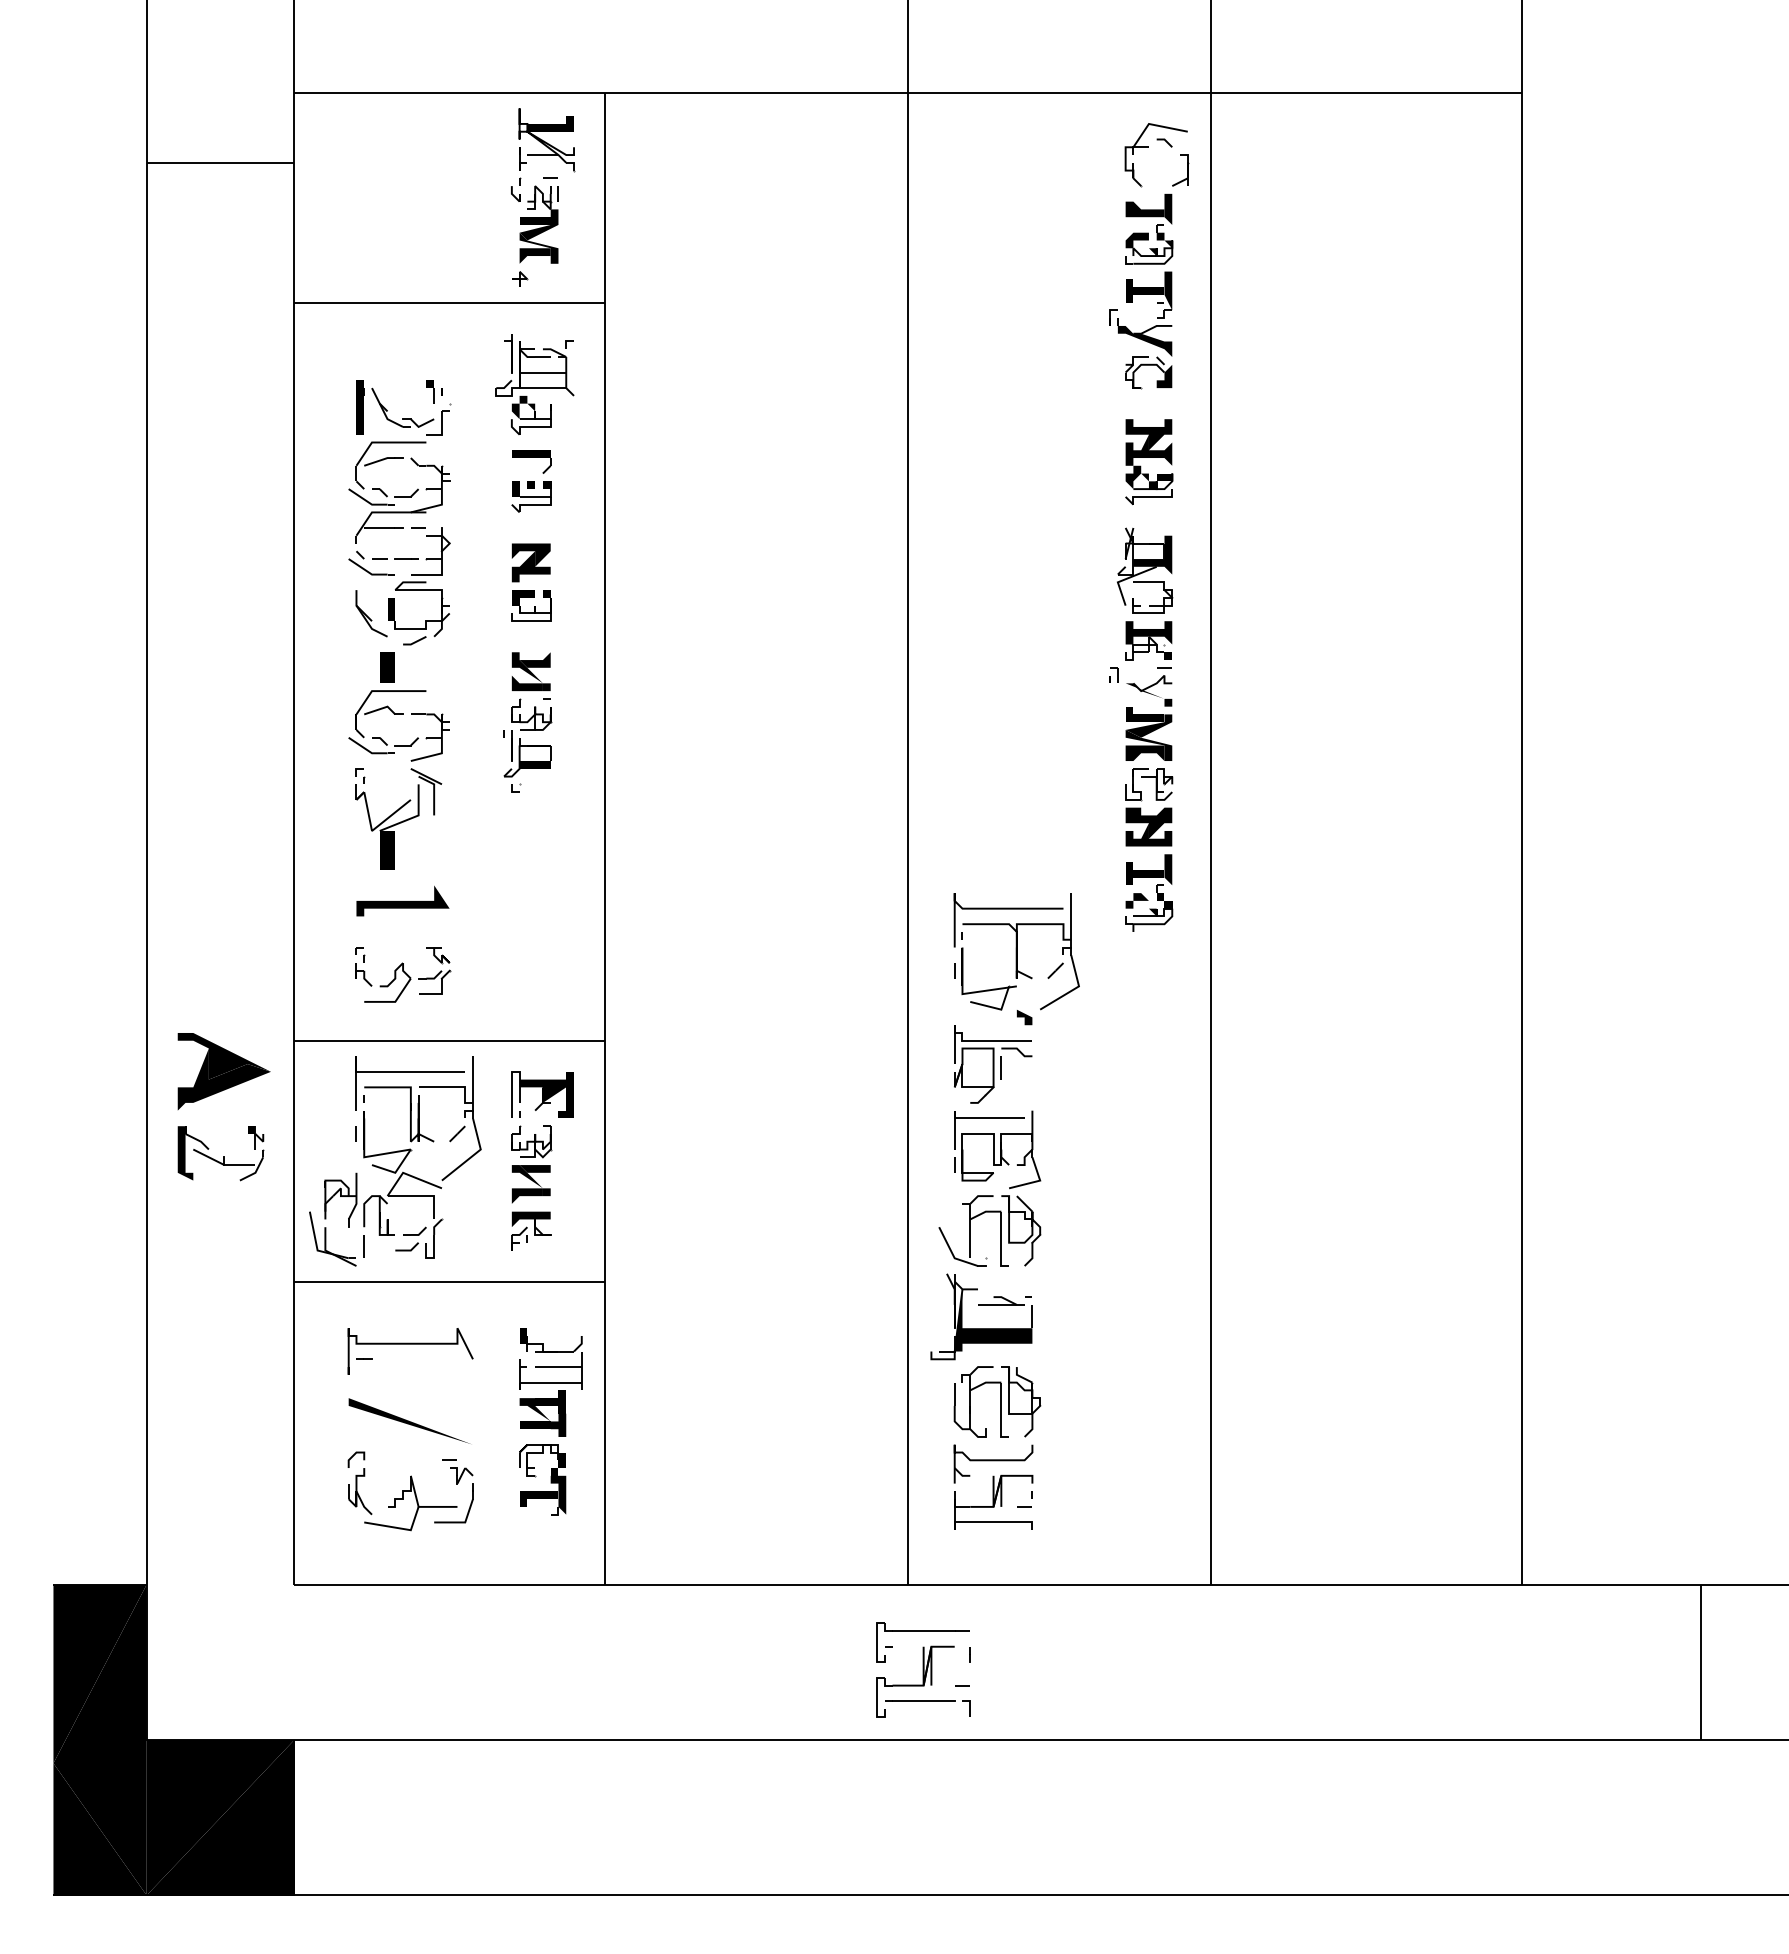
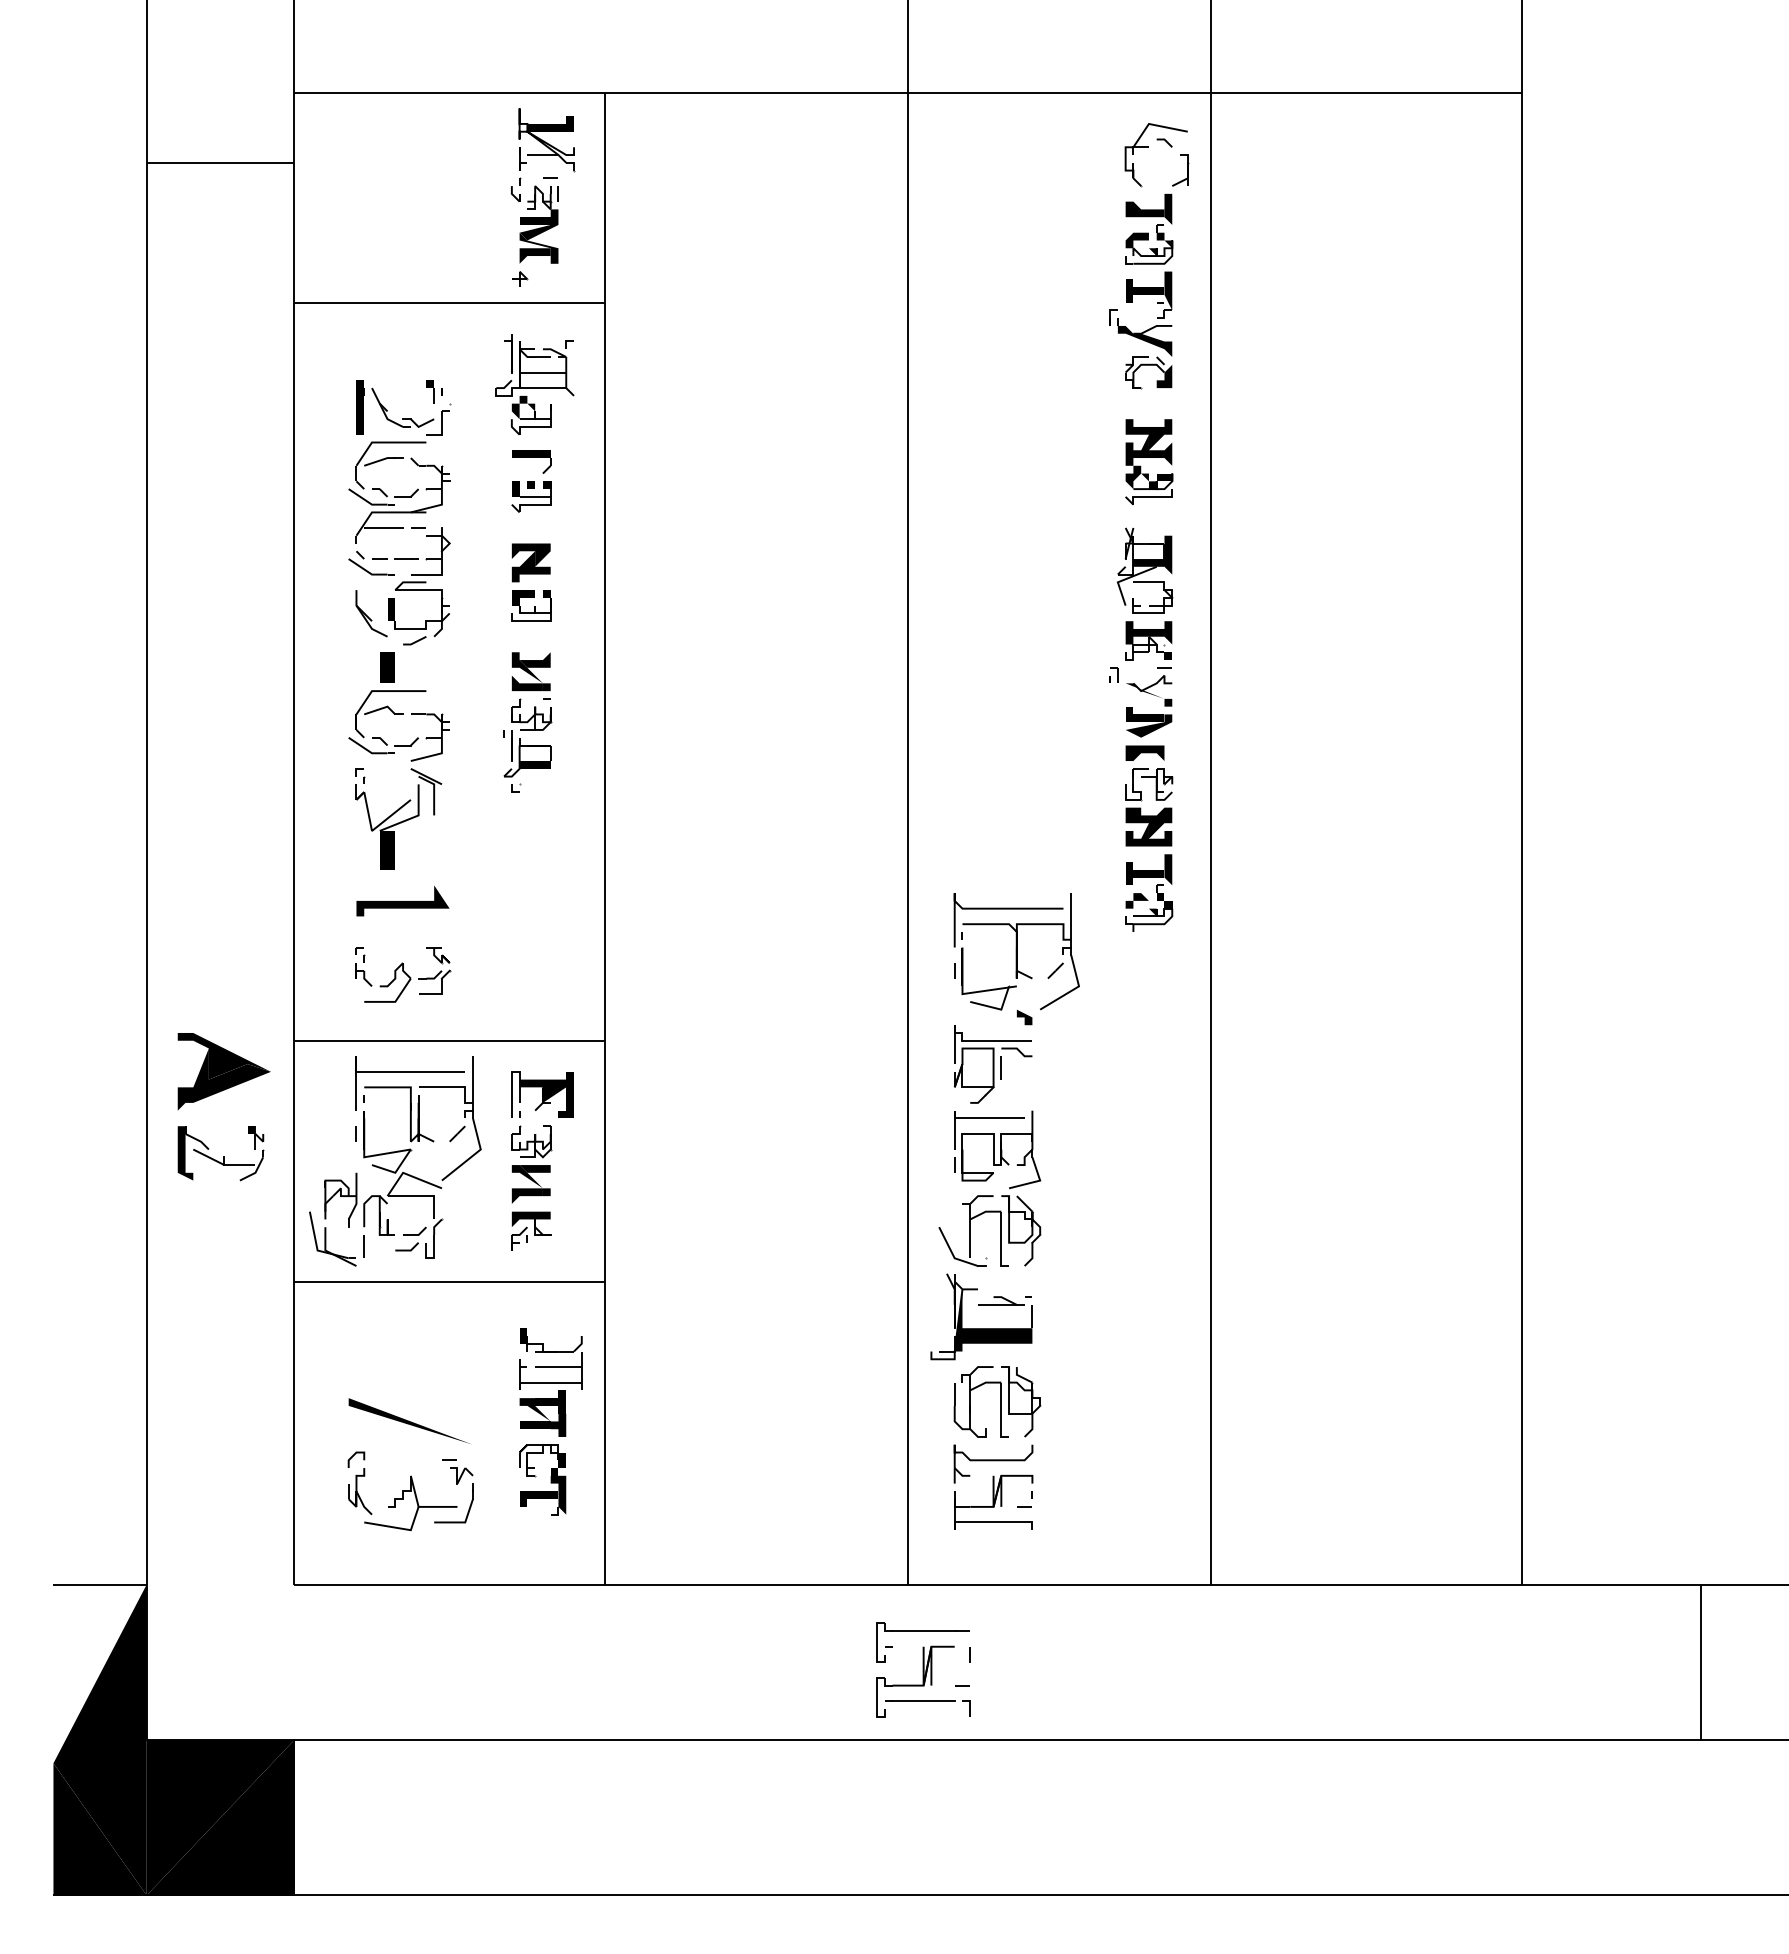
fill at (1148, 745): present -> none
part at (410, 1344): present -> none
fill at (99, 1673): present -> none
